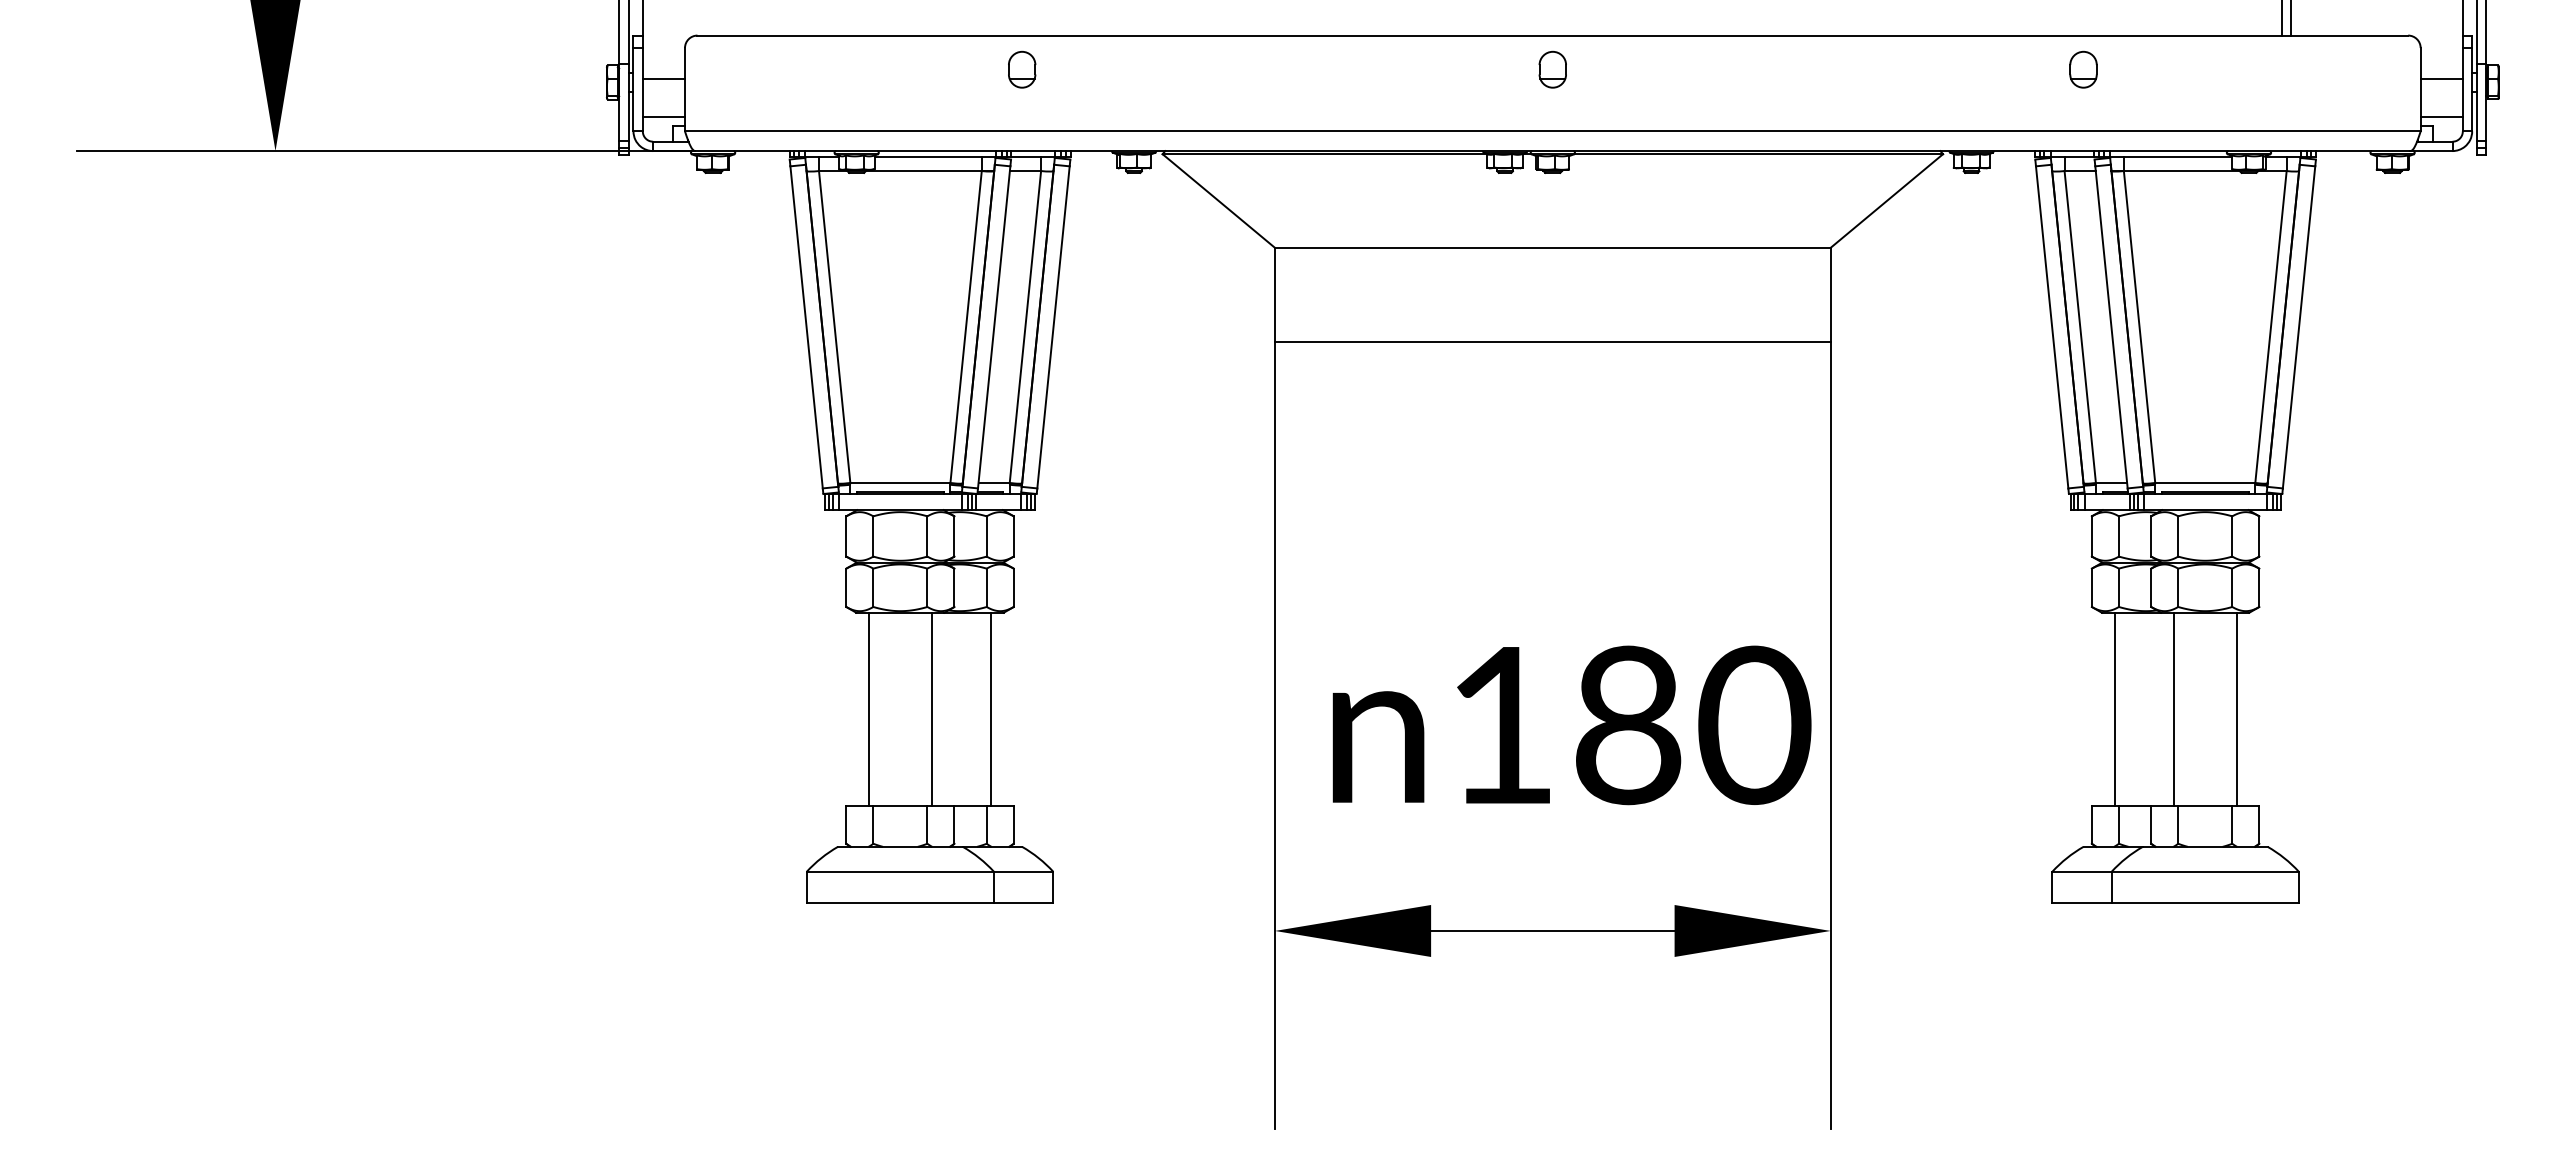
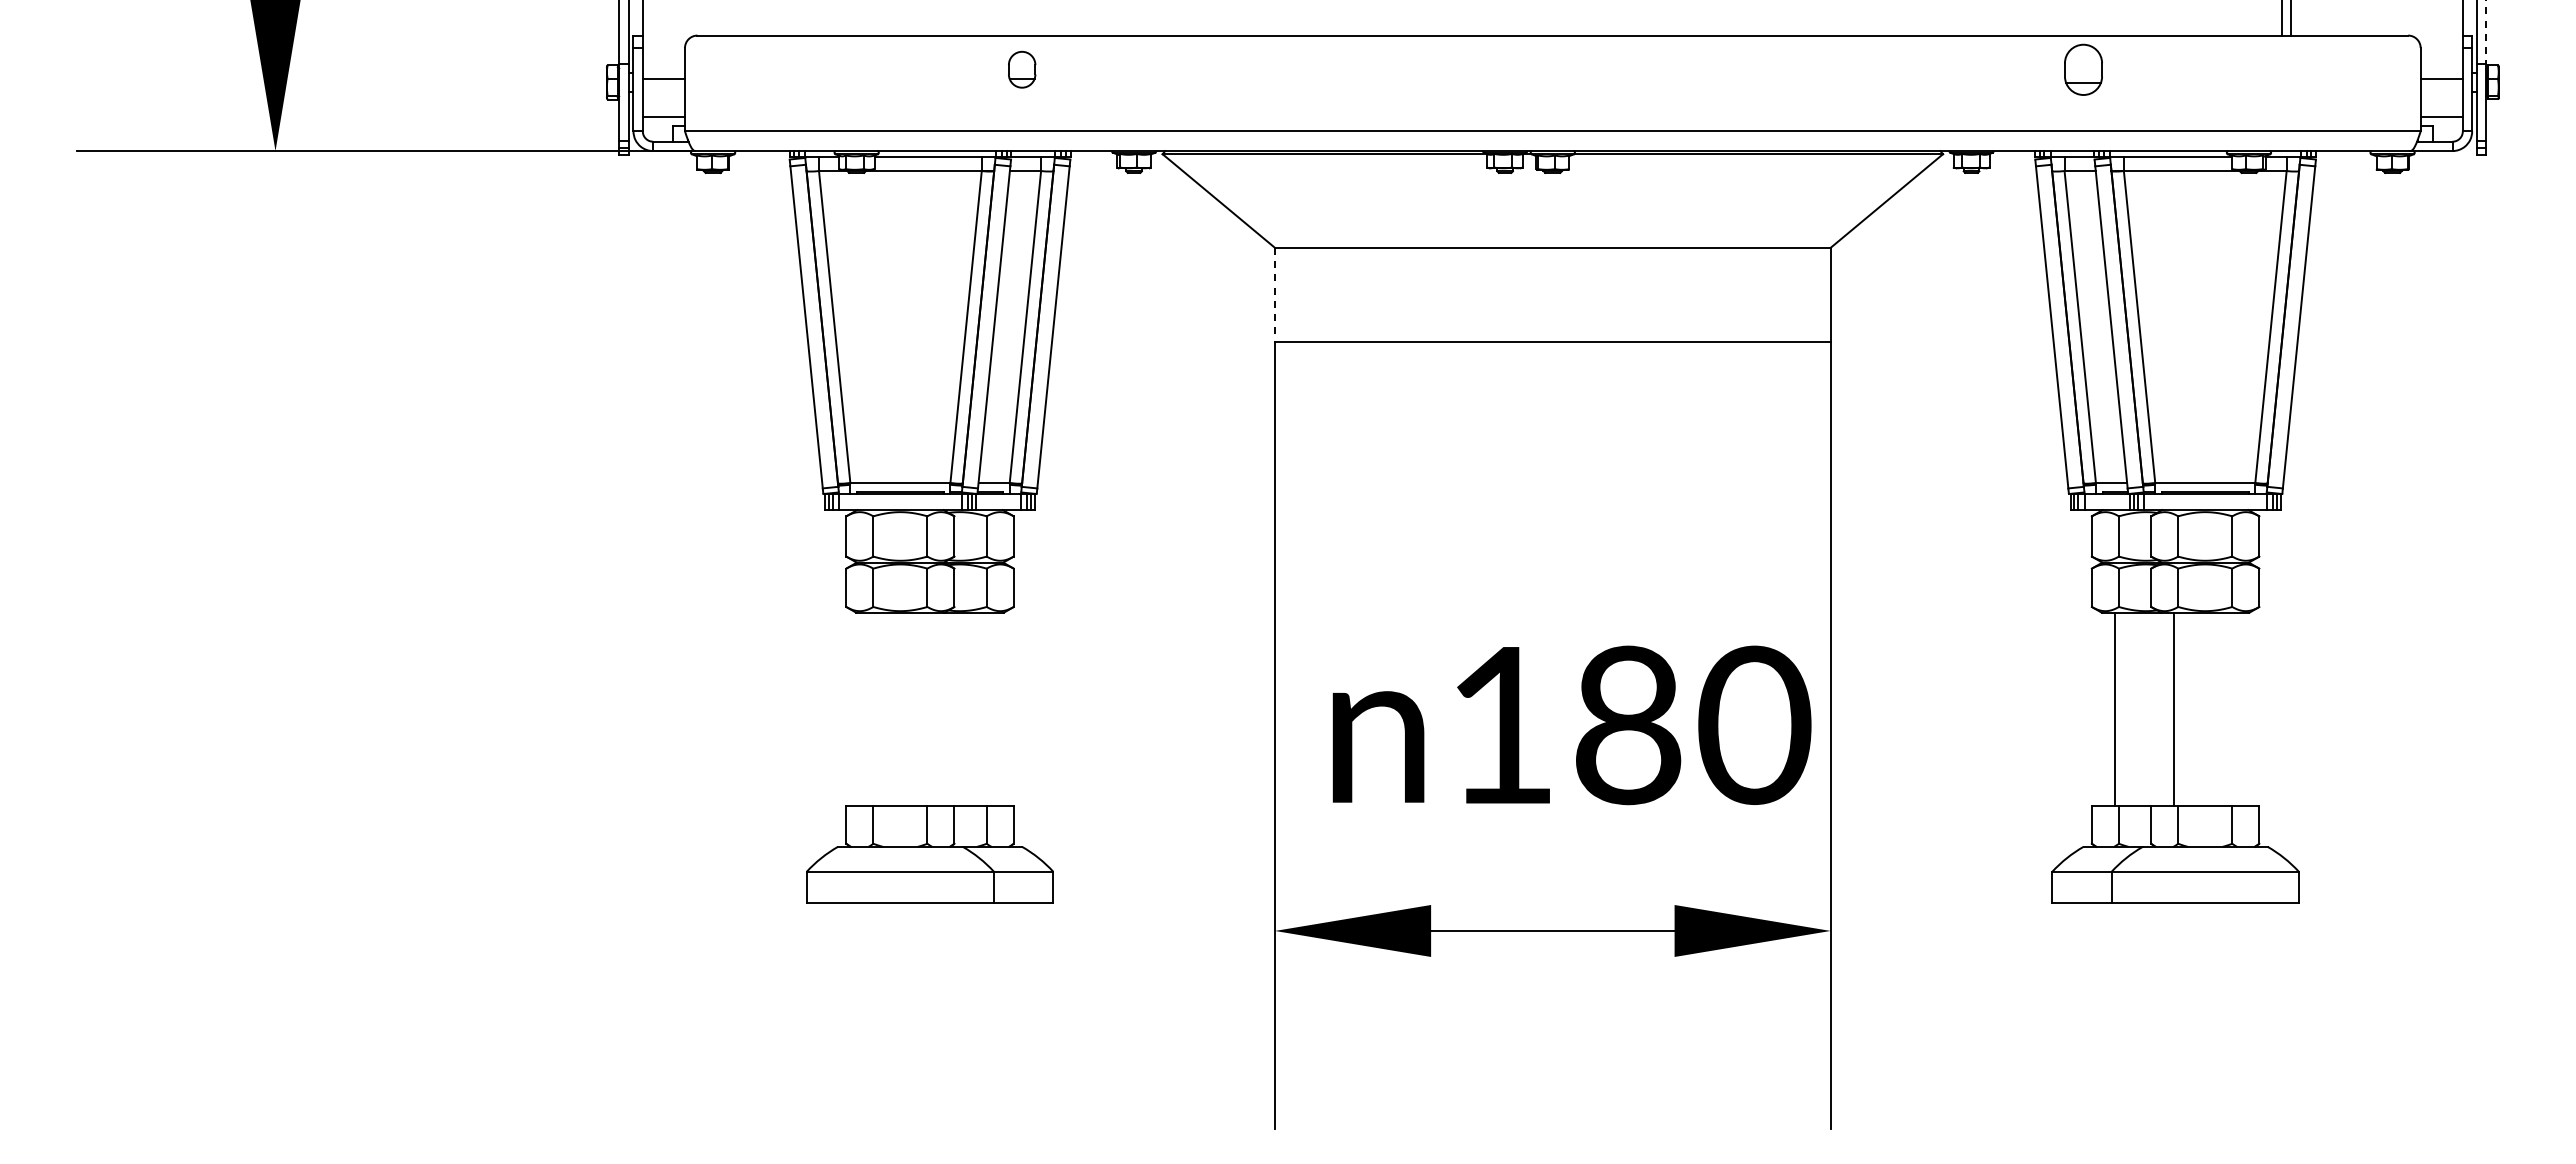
line at (2486, 32): solid -> dashed
part at (1552, 69): present -> none
part at (2083, 69) size: 29x39 px -> 39x53 px
line at (1275, 294): solid -> dashed
line at (869, 709): present -> none
line at (931, 709): present -> none
line at (990, 709): present -> none
line at (2236, 709): present -> none
